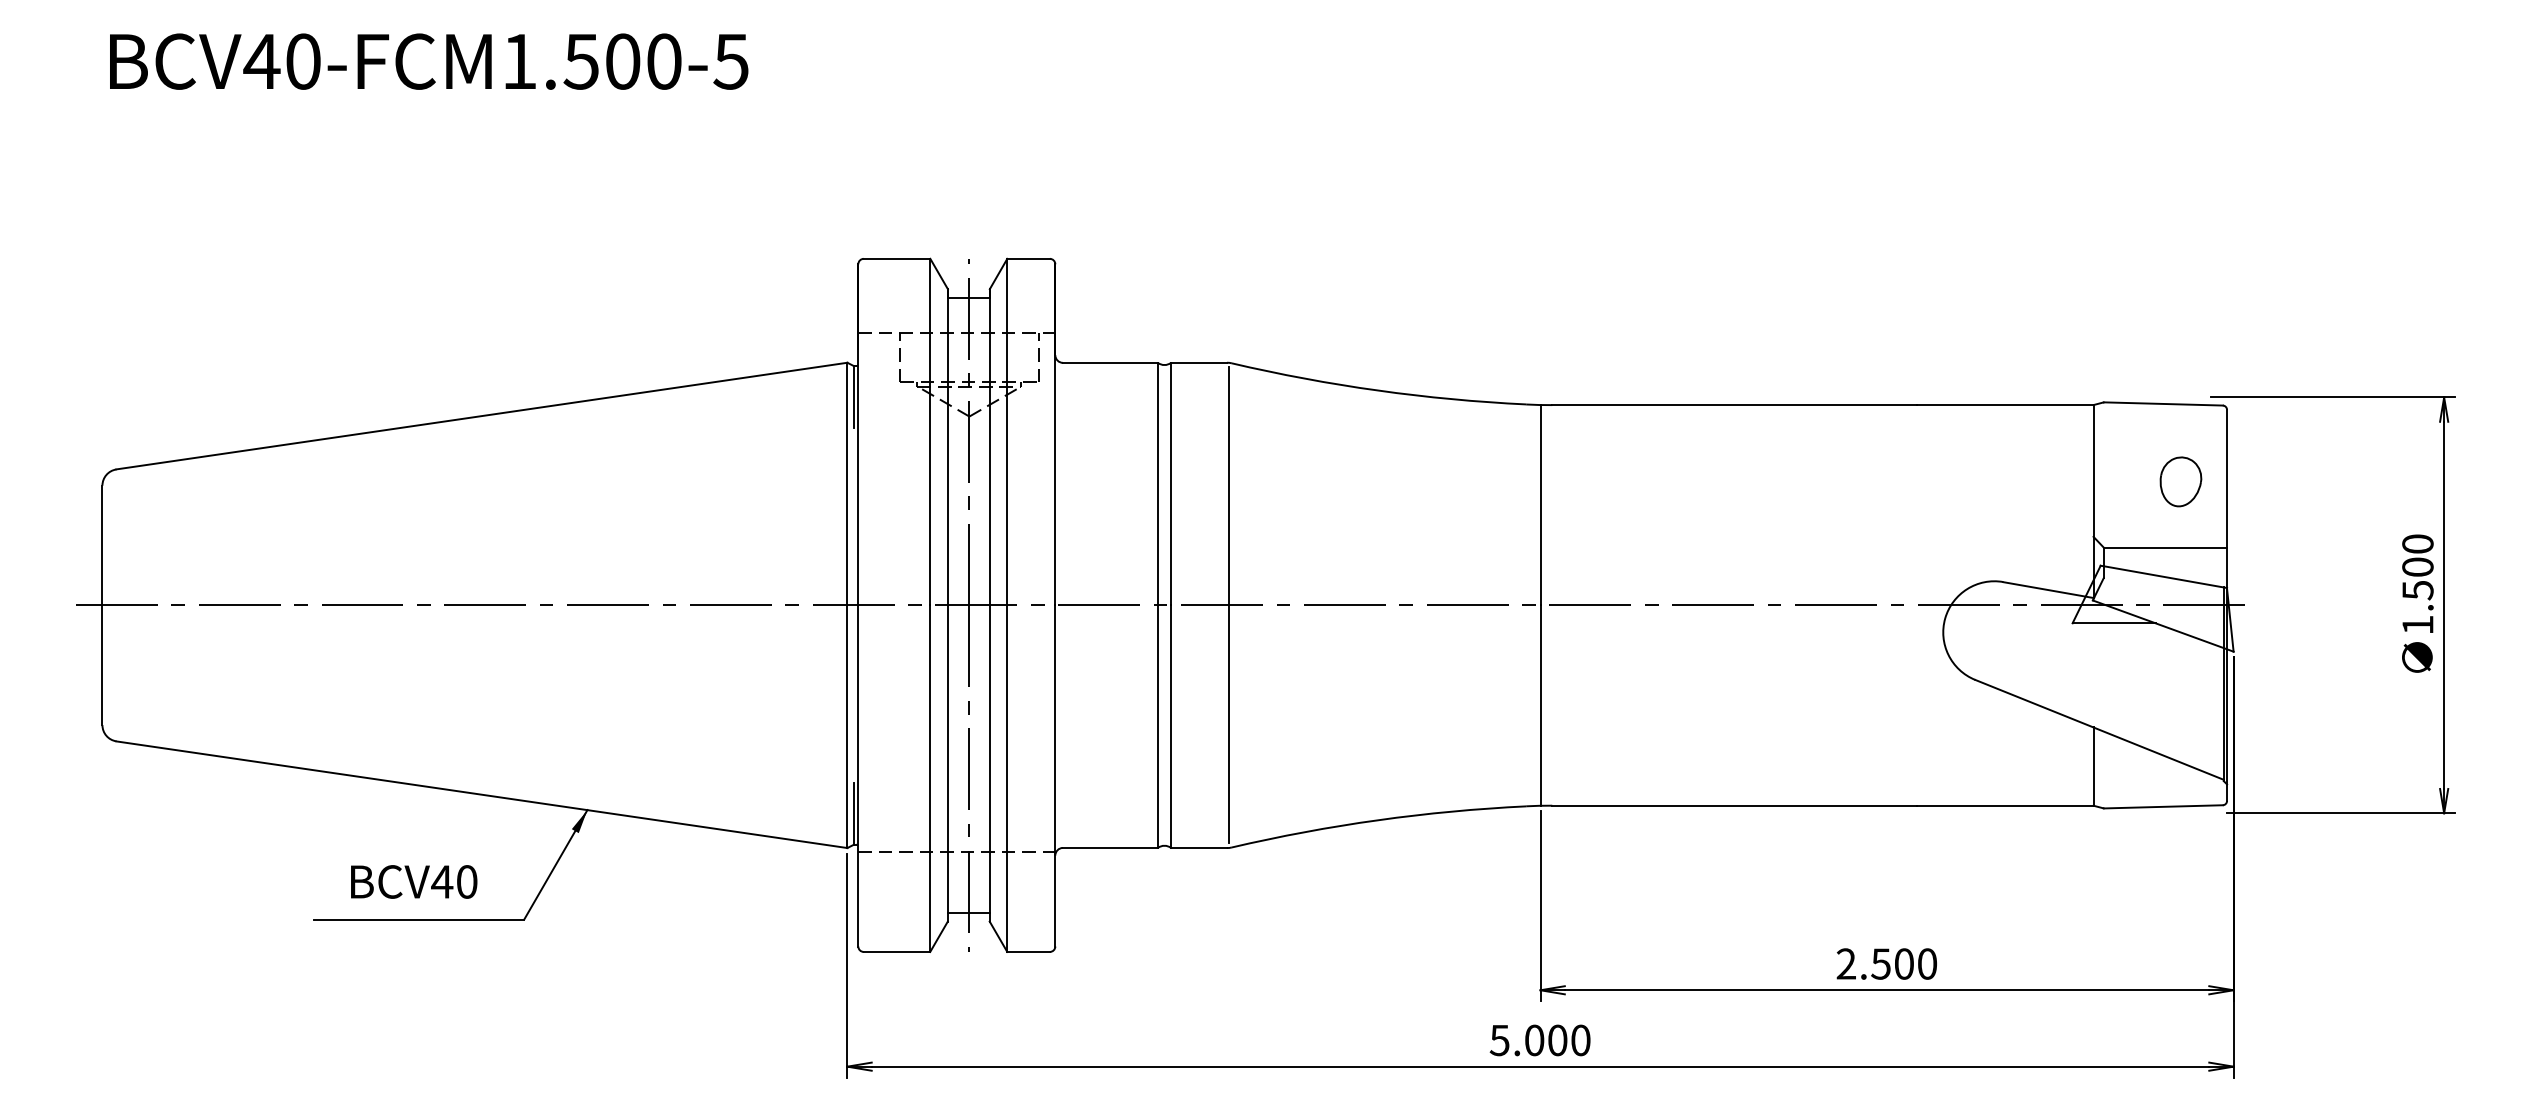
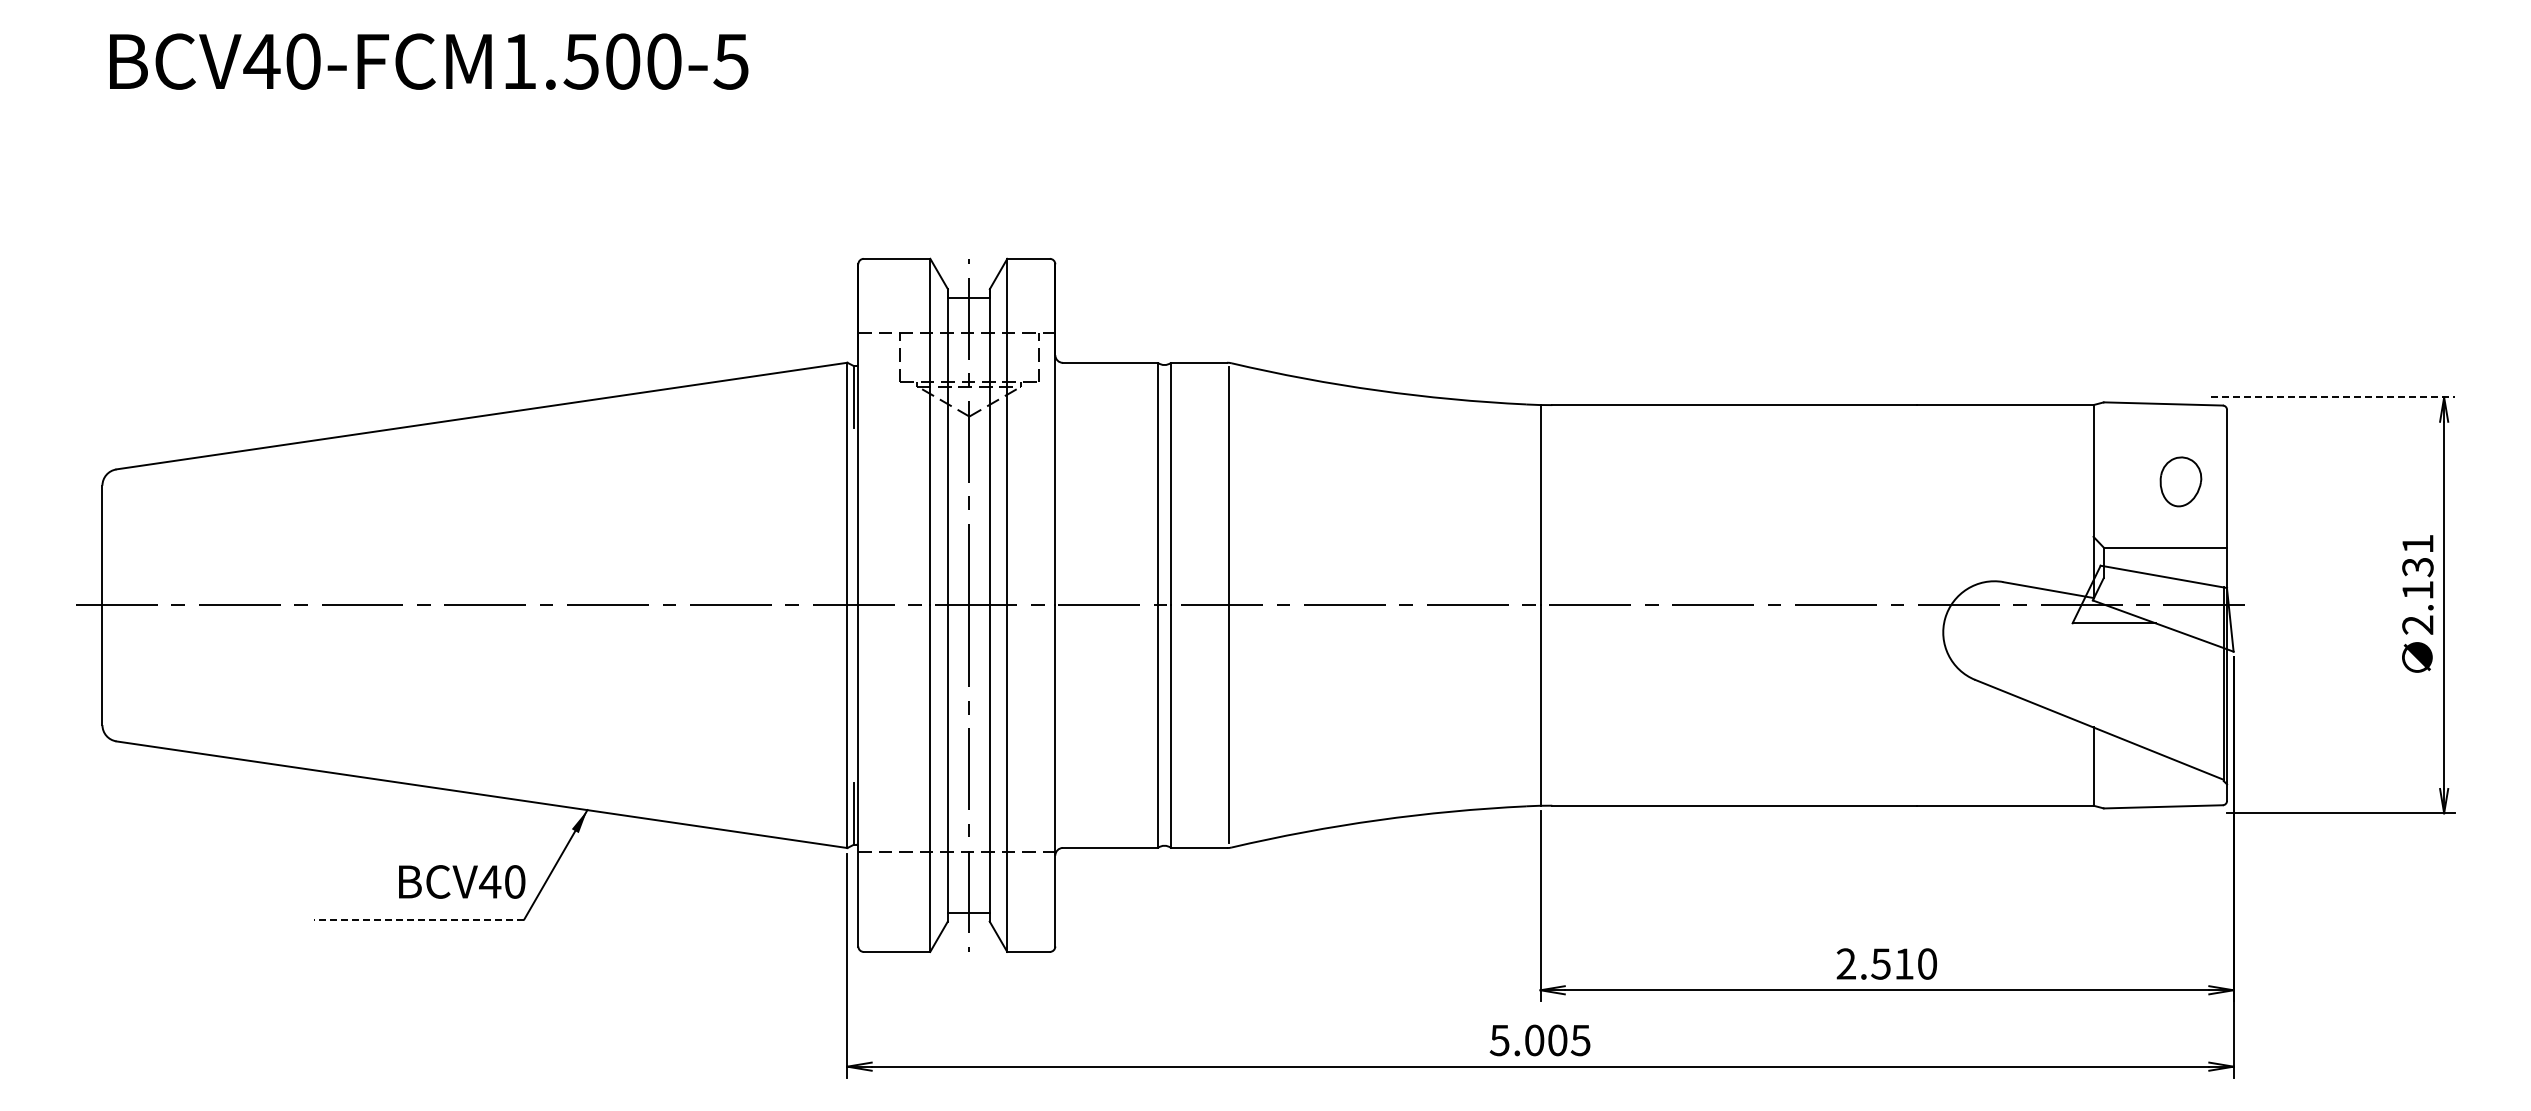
line at (2333, 397): solid -> dashed
text at (2417, 584): 1.500 -> 2.131
text at (414, 881) position: (414, 881) -> (462, 881)
line at (418, 919): solid -> dashed
text at (1904, 963): 2.500 -> 2.510
text at (1580, 1040): 5.000 -> 5.005
